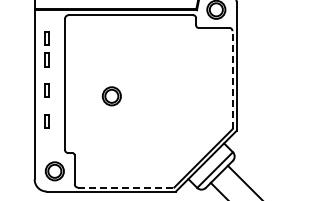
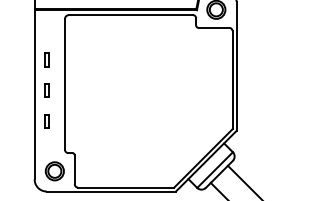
part at (46, 38): present -> none
line at (232, 79): dashed -> solid
part at (111, 96): present -> none
line at (126, 187): dashed -> solid
